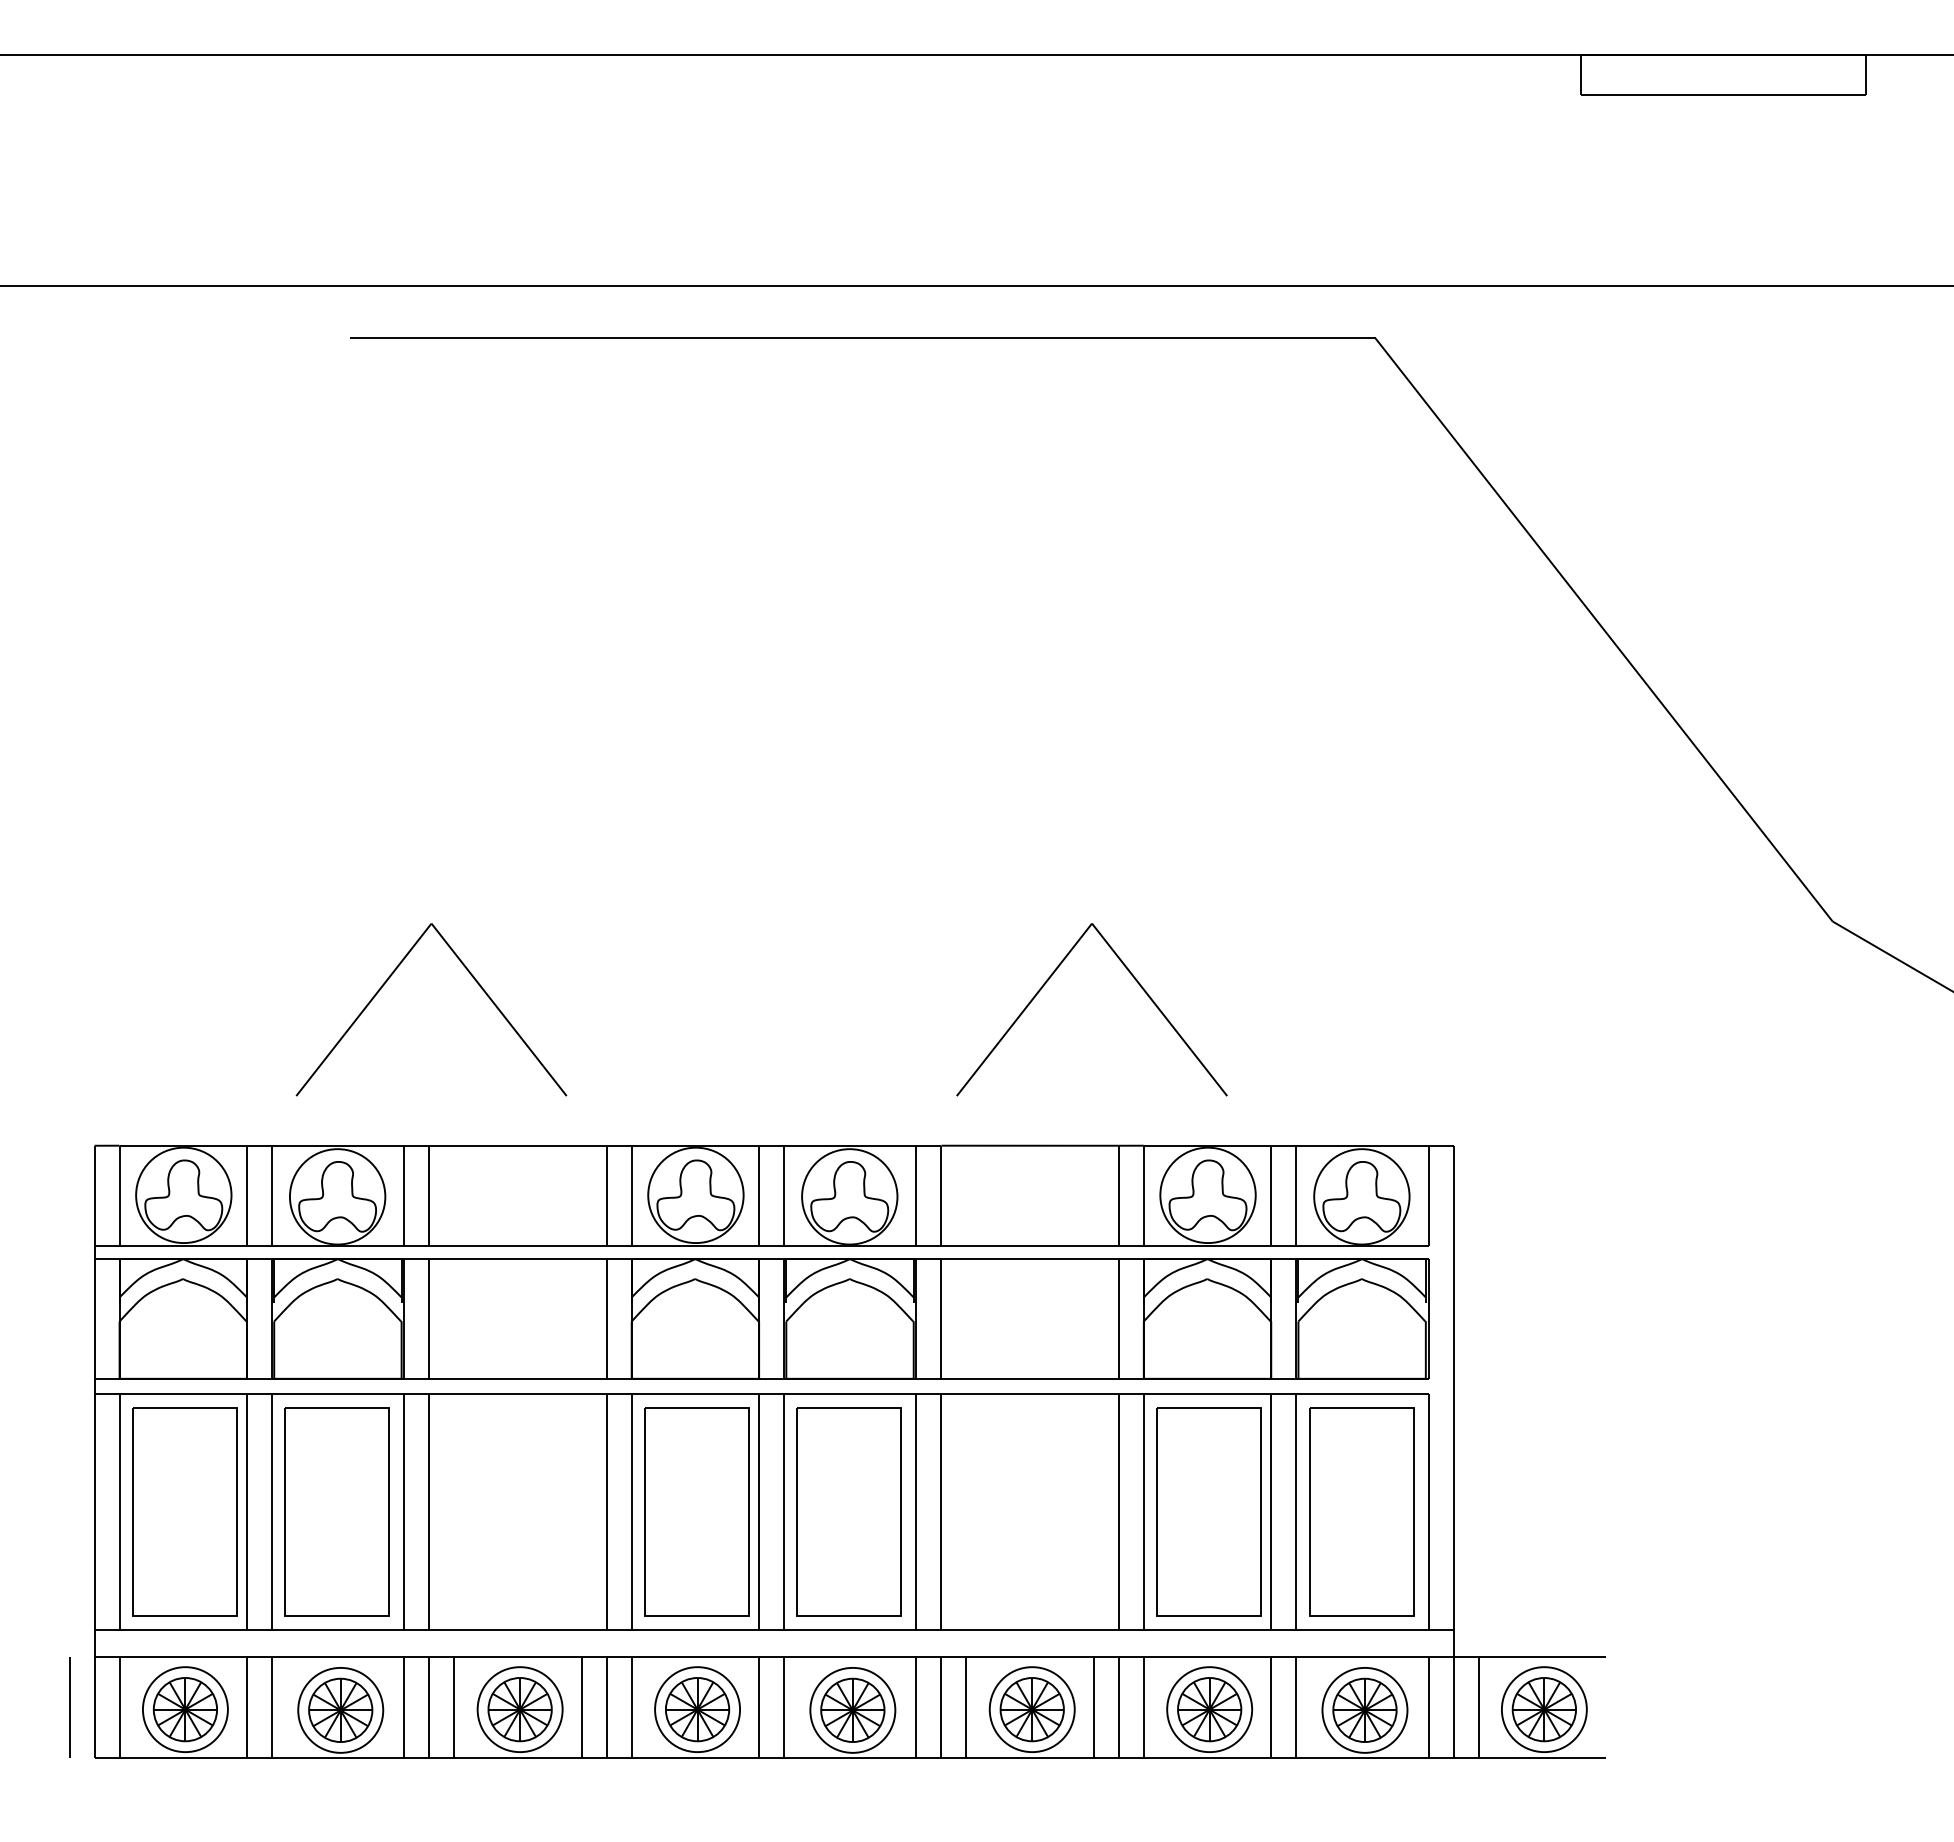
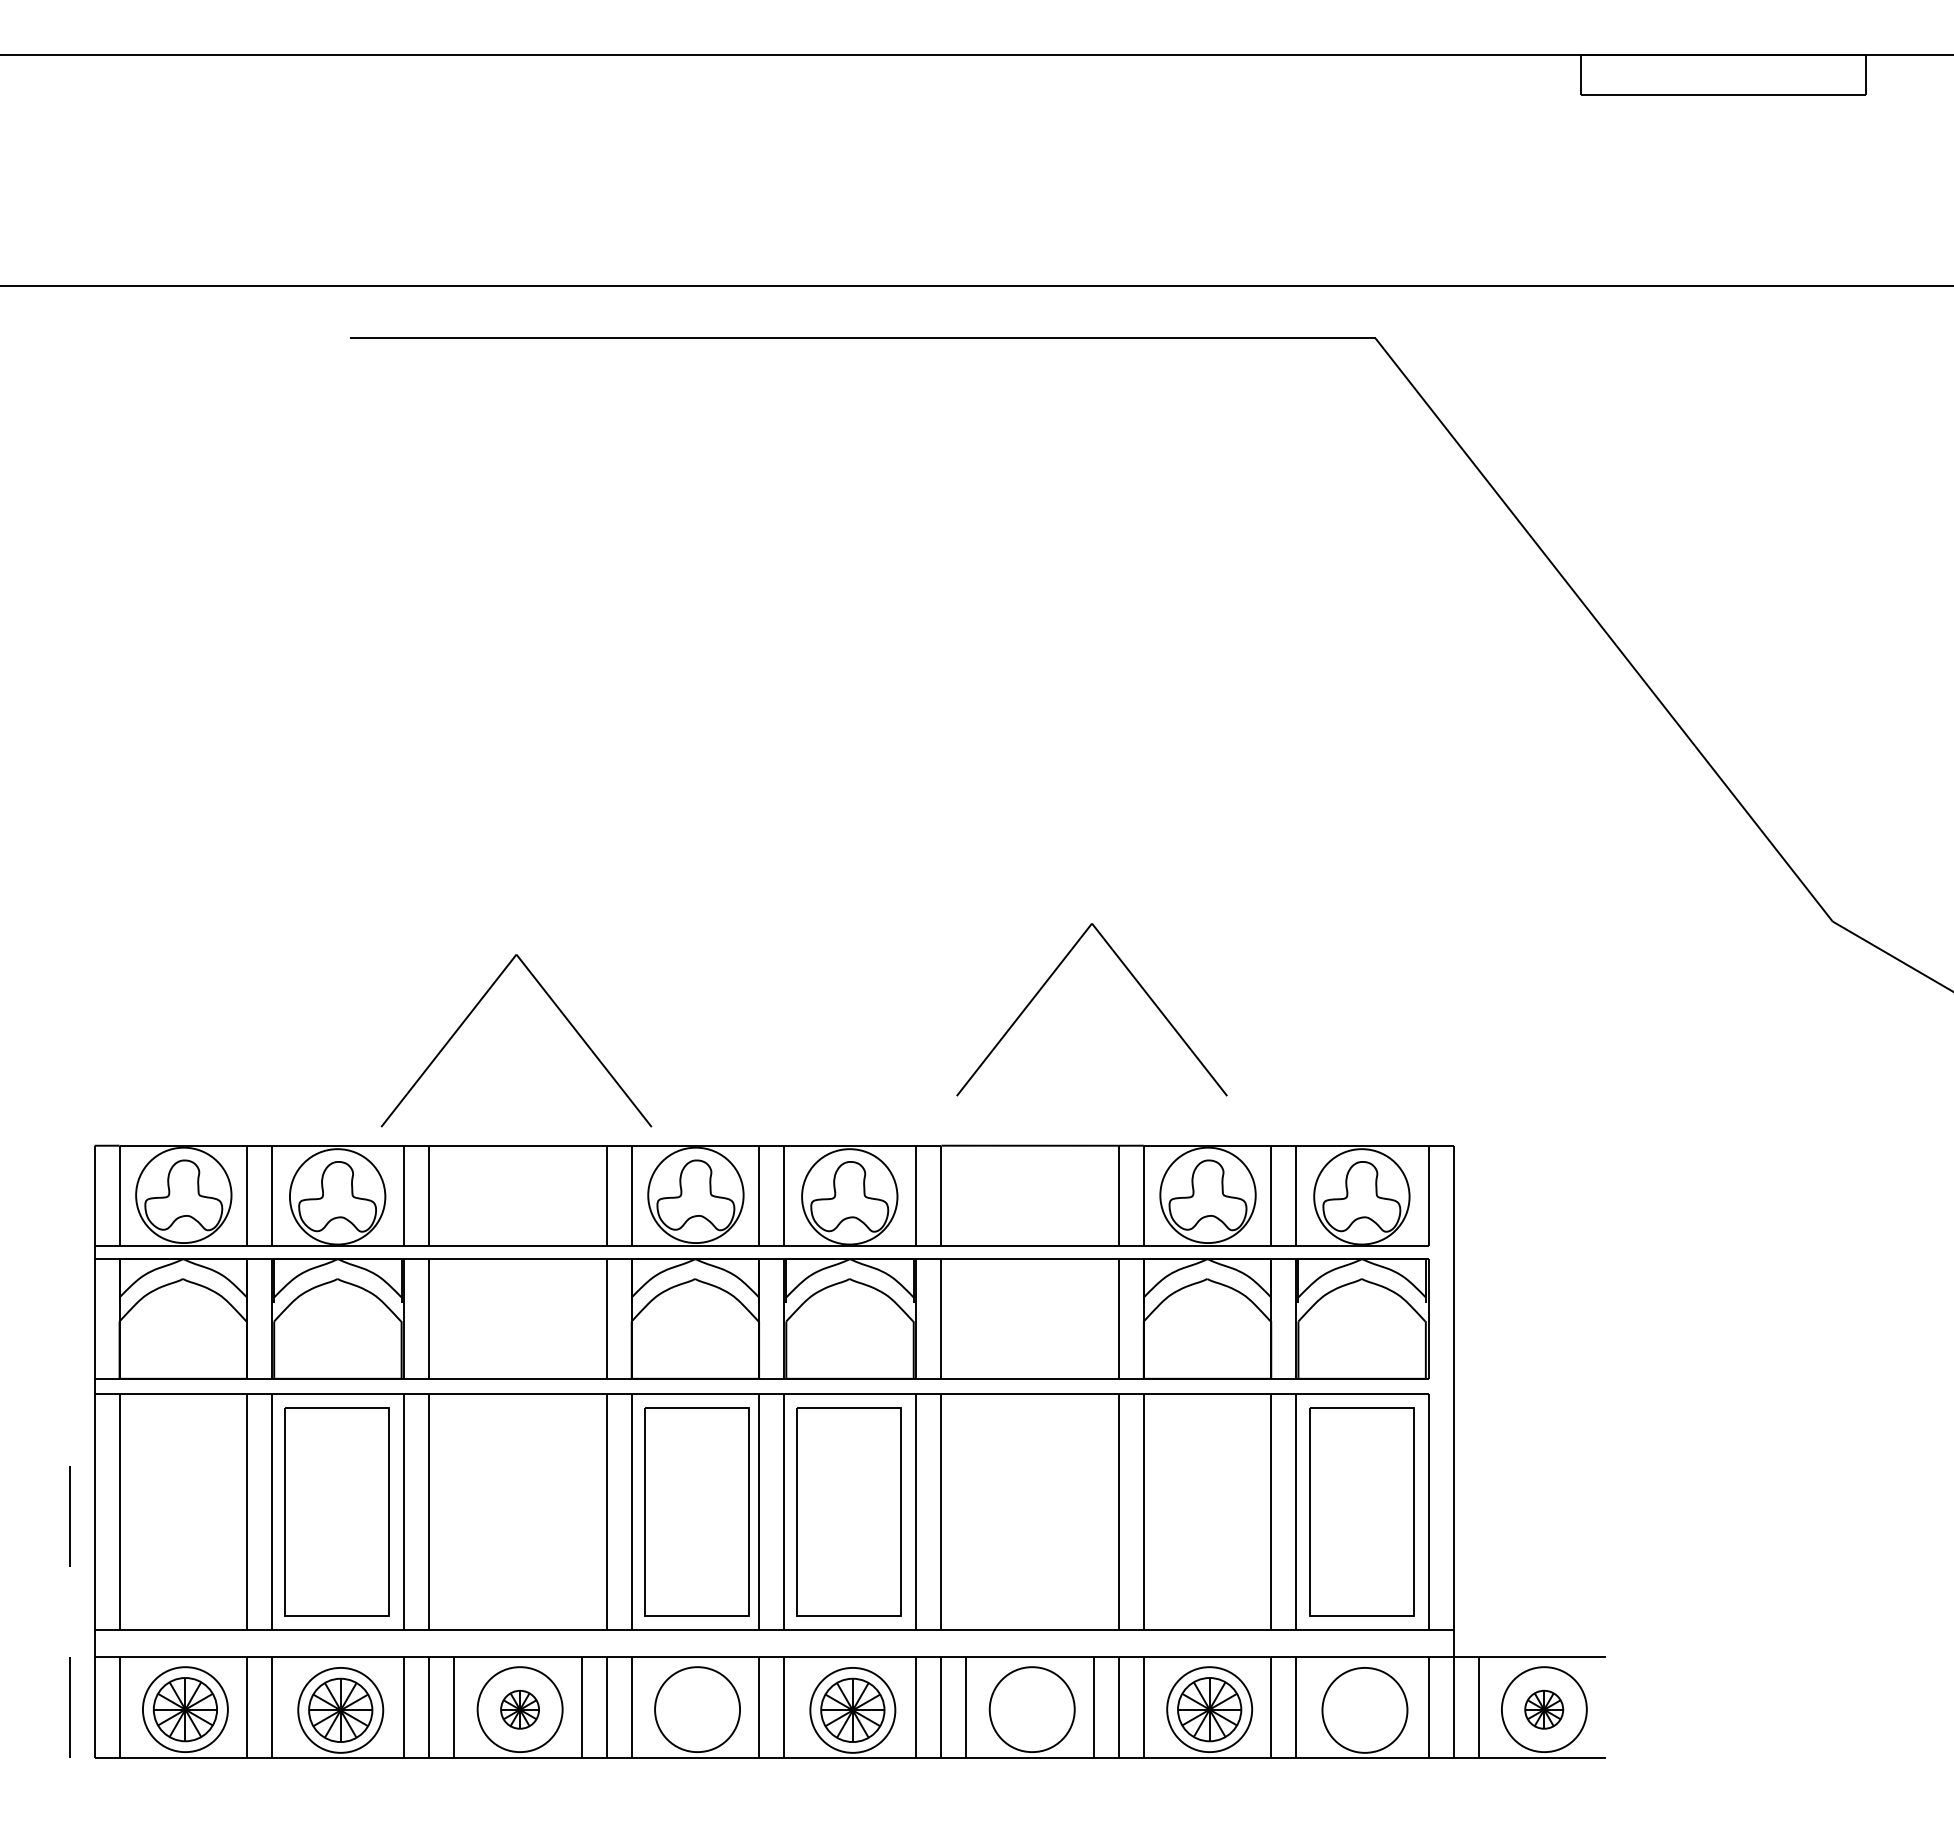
part at (391, 976) position: (391, 976) -> (476, 1007)
part at (184, 1511): present -> none
part at (1208, 1511): present -> none
line at (69, 1516): none -> present
part at (519, 1709) size: 66x66 px -> 40x41 px
part at (697, 1709): present -> none
part at (1031, 1709): present -> none
part at (1364, 1709): present -> none
part at (1543, 1709) size: 66x66 px -> 41x41 px
